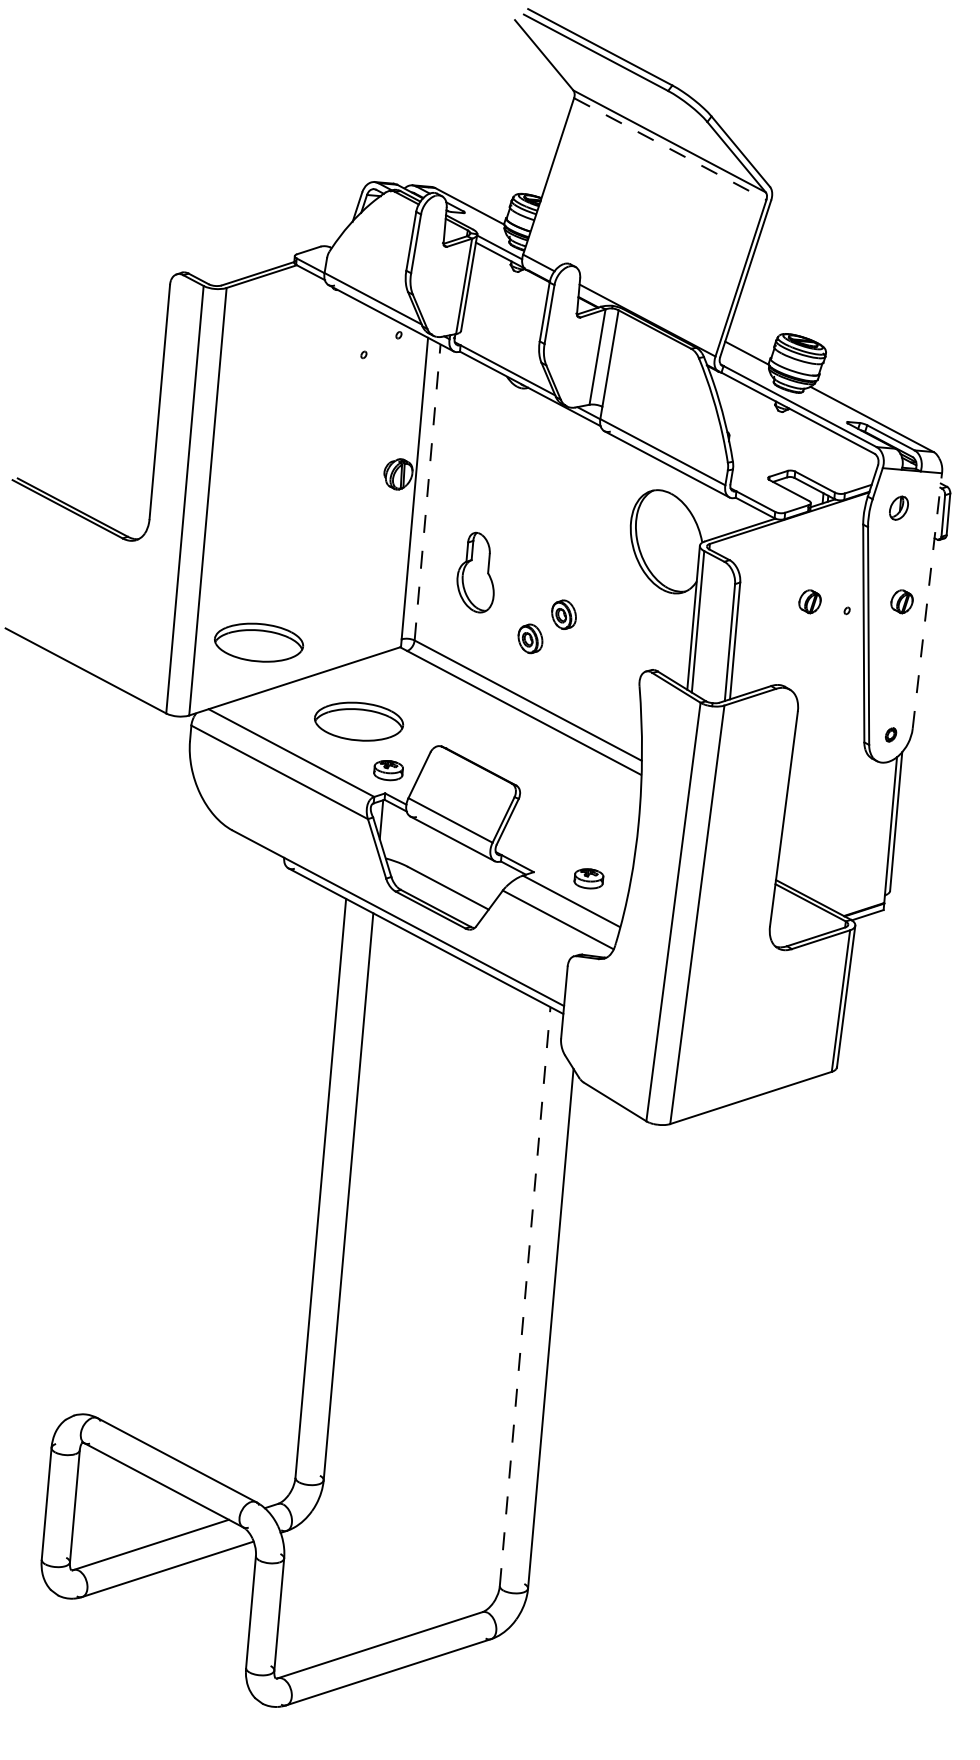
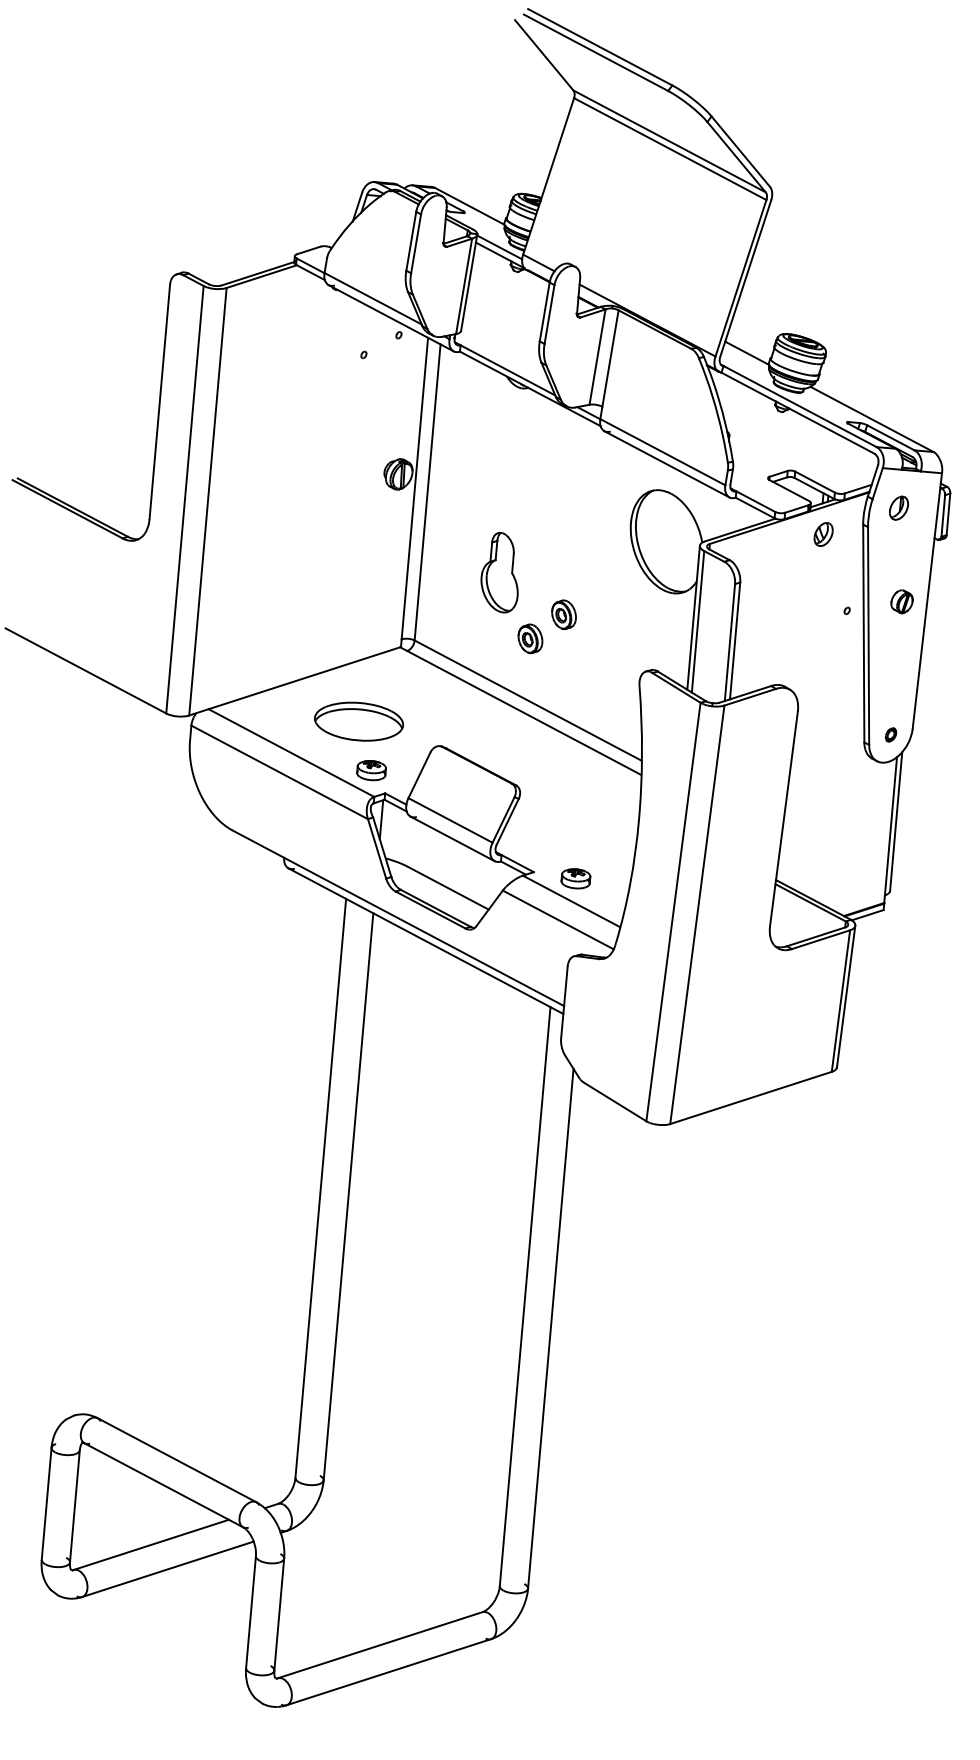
line at (670, 149): dashed -> solid
line at (427, 492): dashed -> solid
part at (823, 534): none -> present
part at (475, 572) position: (475, 572) -> (499, 572)
part at (809, 601): present -> none
line at (927, 601): dashed -> solid
part at (259, 642): present -> none
part at (388, 770) position: (388, 770) -> (371, 770)
part at (588, 878) position: (588, 878) -> (575, 878)
line at (525, 1296): dashed -> solid
